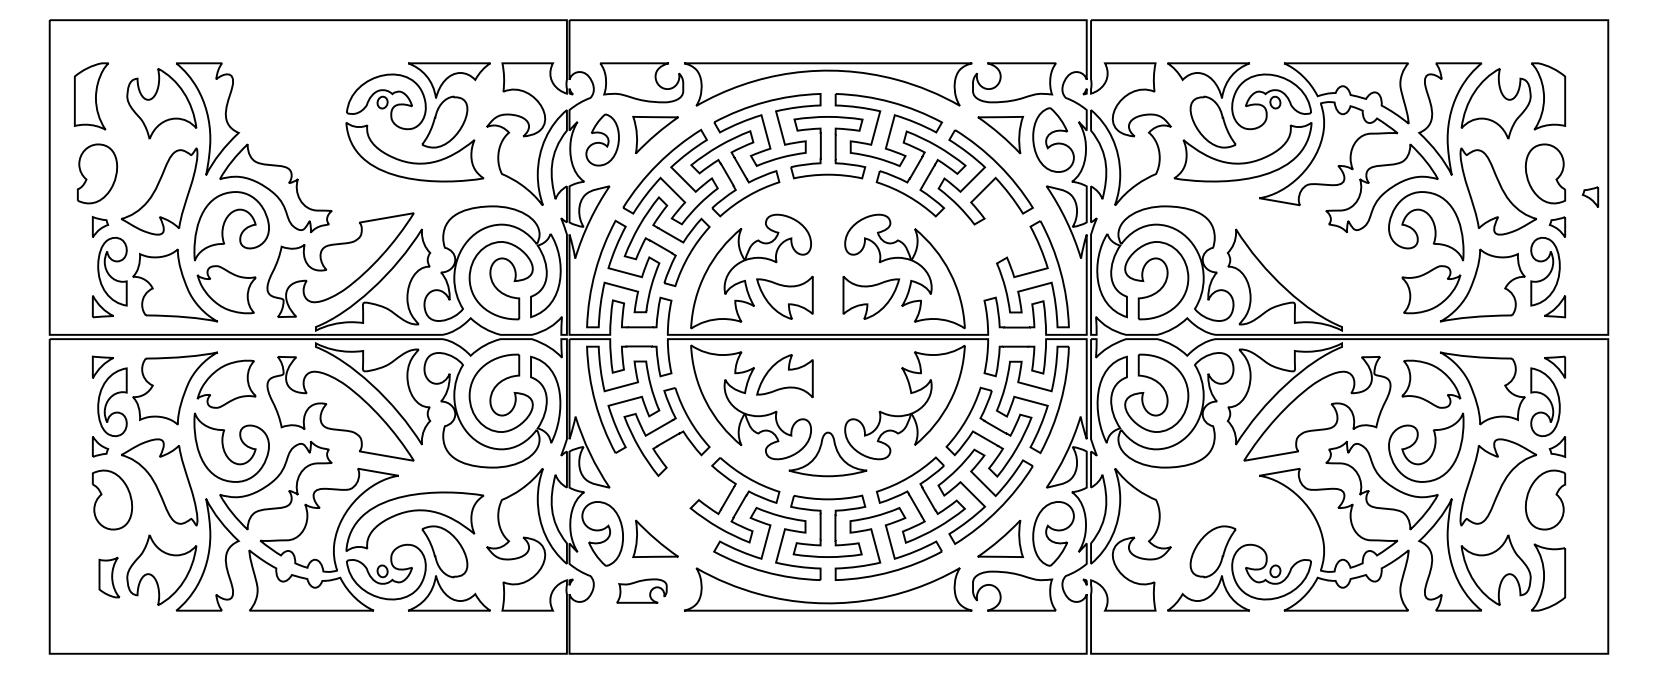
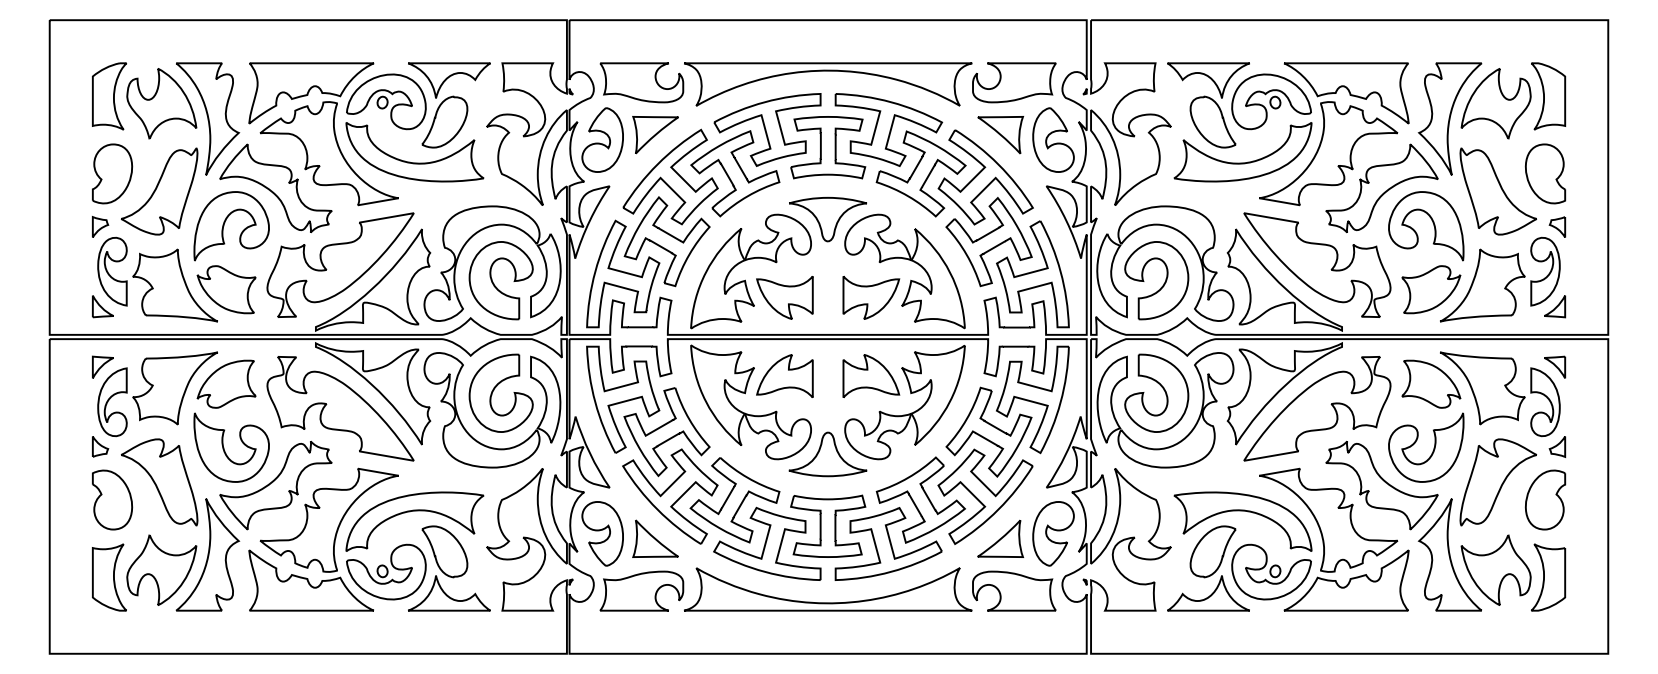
part at (91, 96) position: (91, 96) -> (109, 96)
part at (323, 134): none -> present
part at (602, 139) size: 35x54 px -> 43x66 px
part at (97, 173) position: (97, 173) -> (112, 173)
part at (1590, 196): present -> none
part at (827, 219): none -> present
part at (988, 242): none -> present
part at (1317, 264): none -> present
part at (871, 375): none -> present
part at (670, 496): none -> present
part at (1242, 511): none -> present
part at (109, 577) size: 23x43 px -> 35x69 px
part at (641, 590) size: 52x26 px -> 86x42 px
